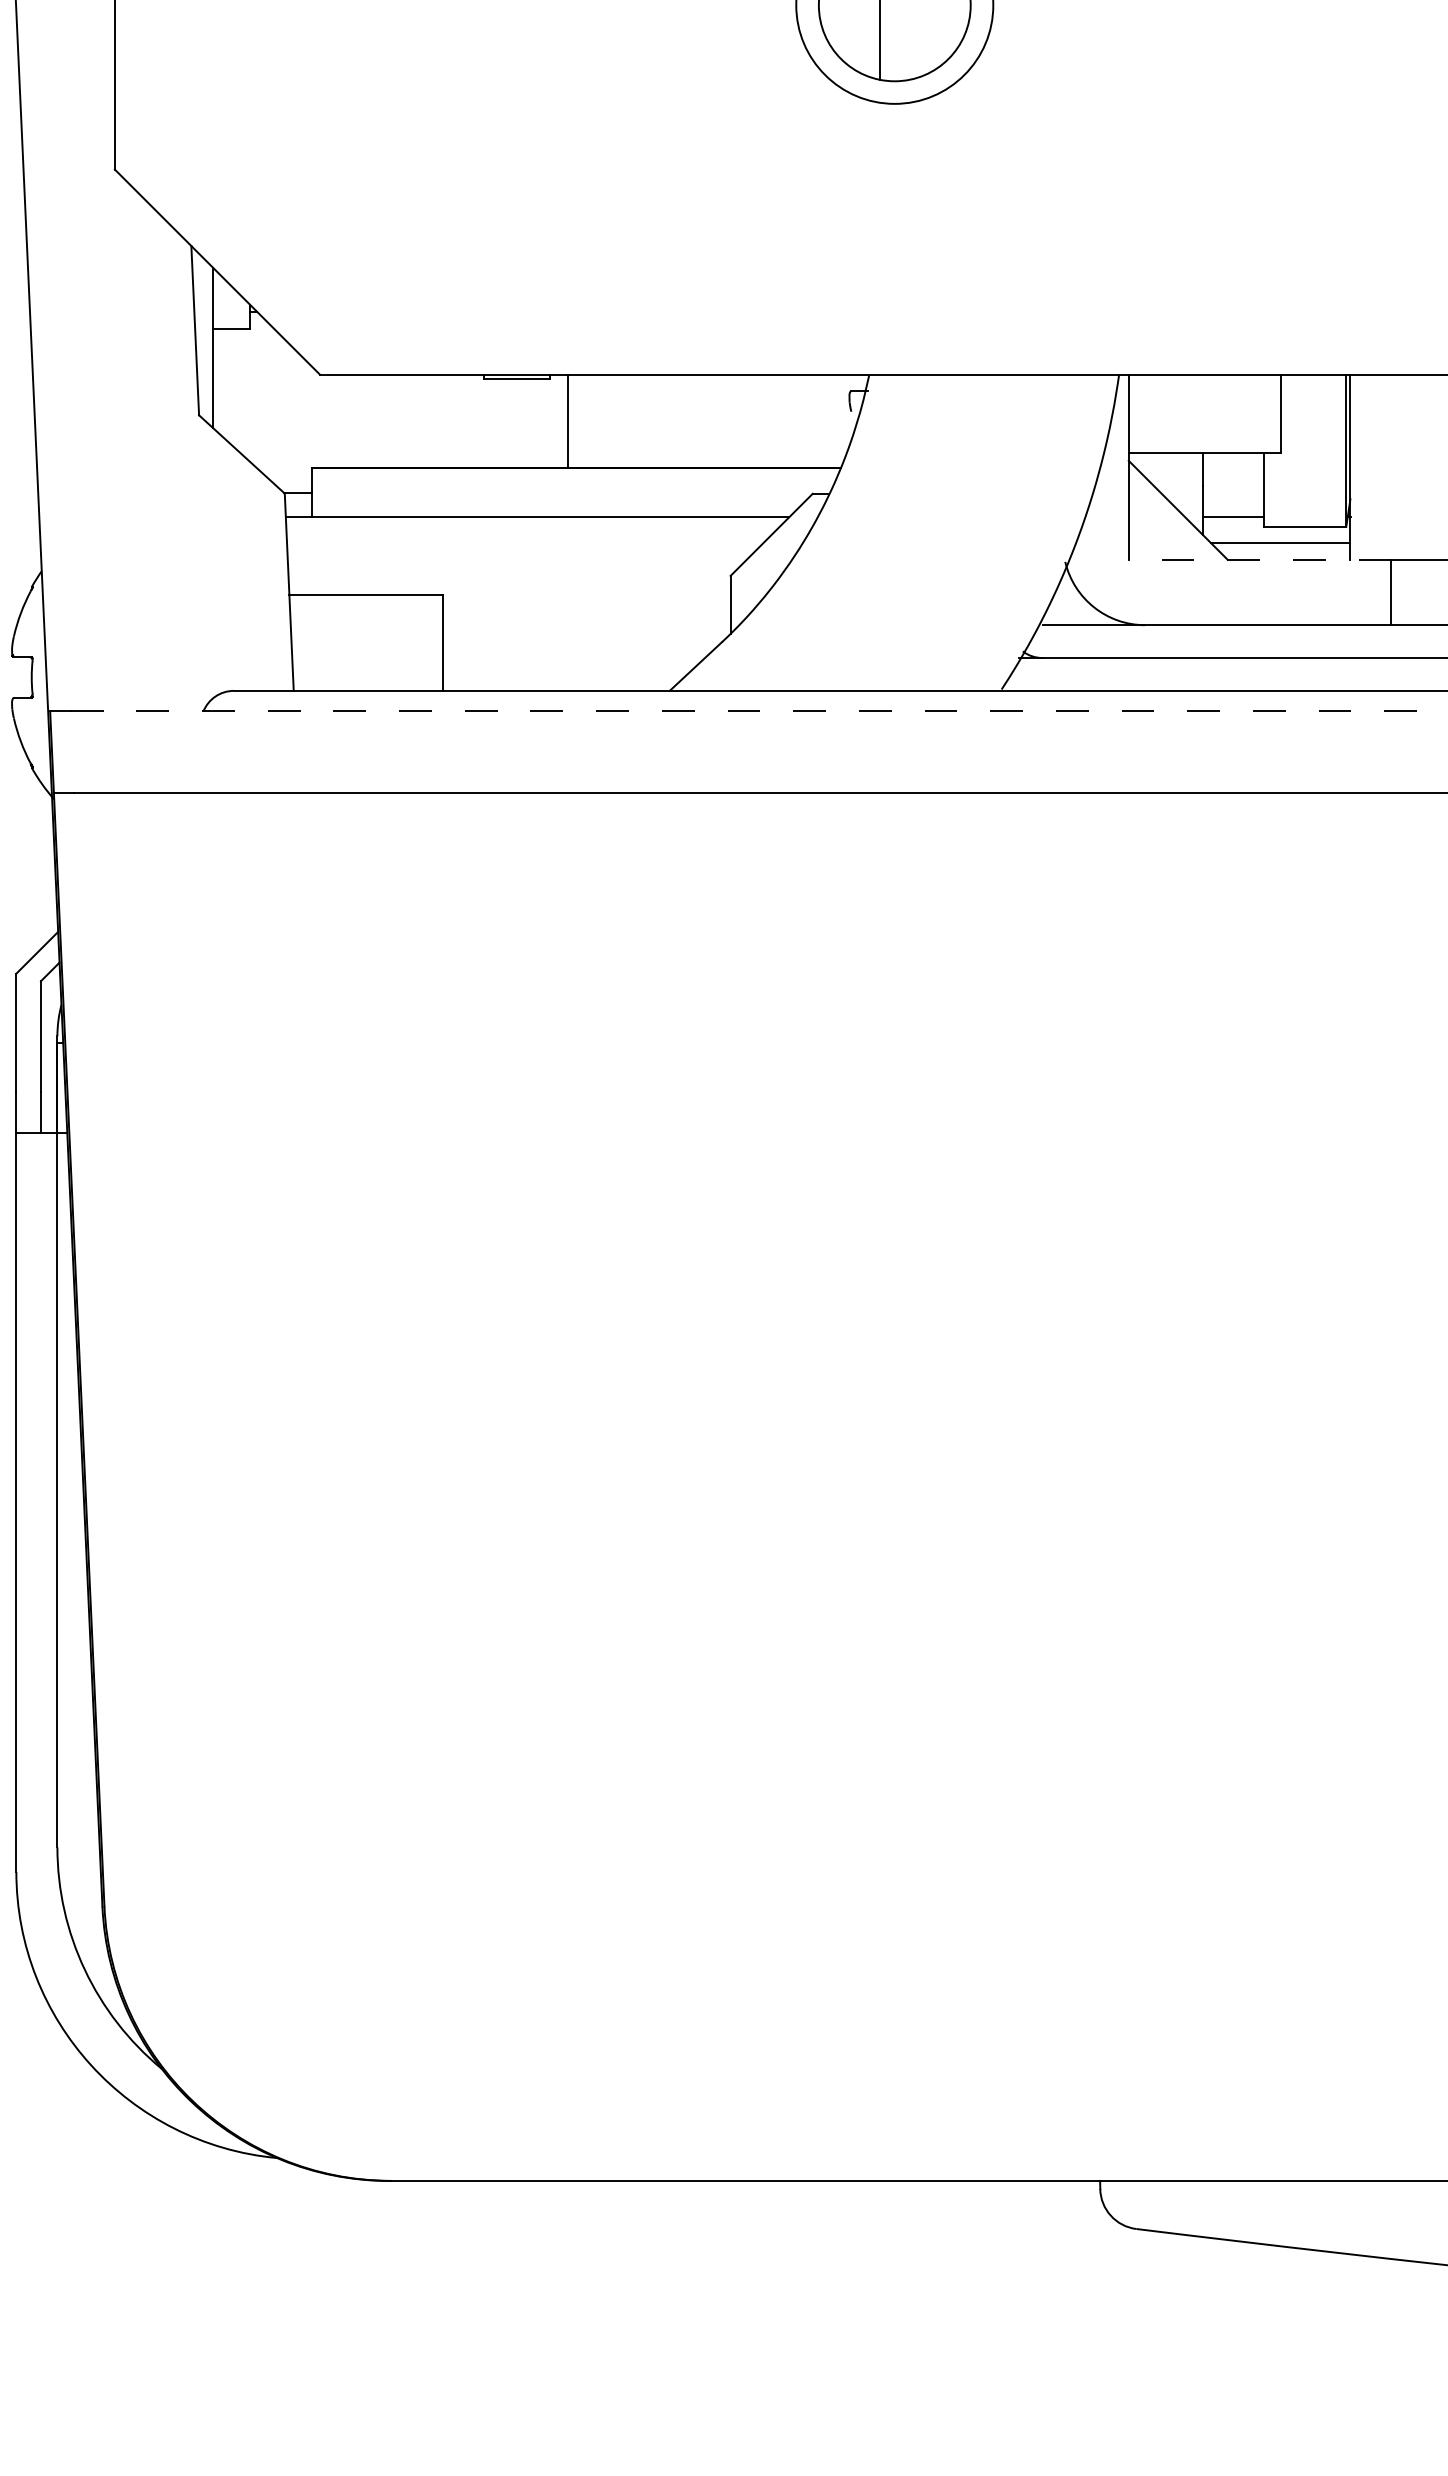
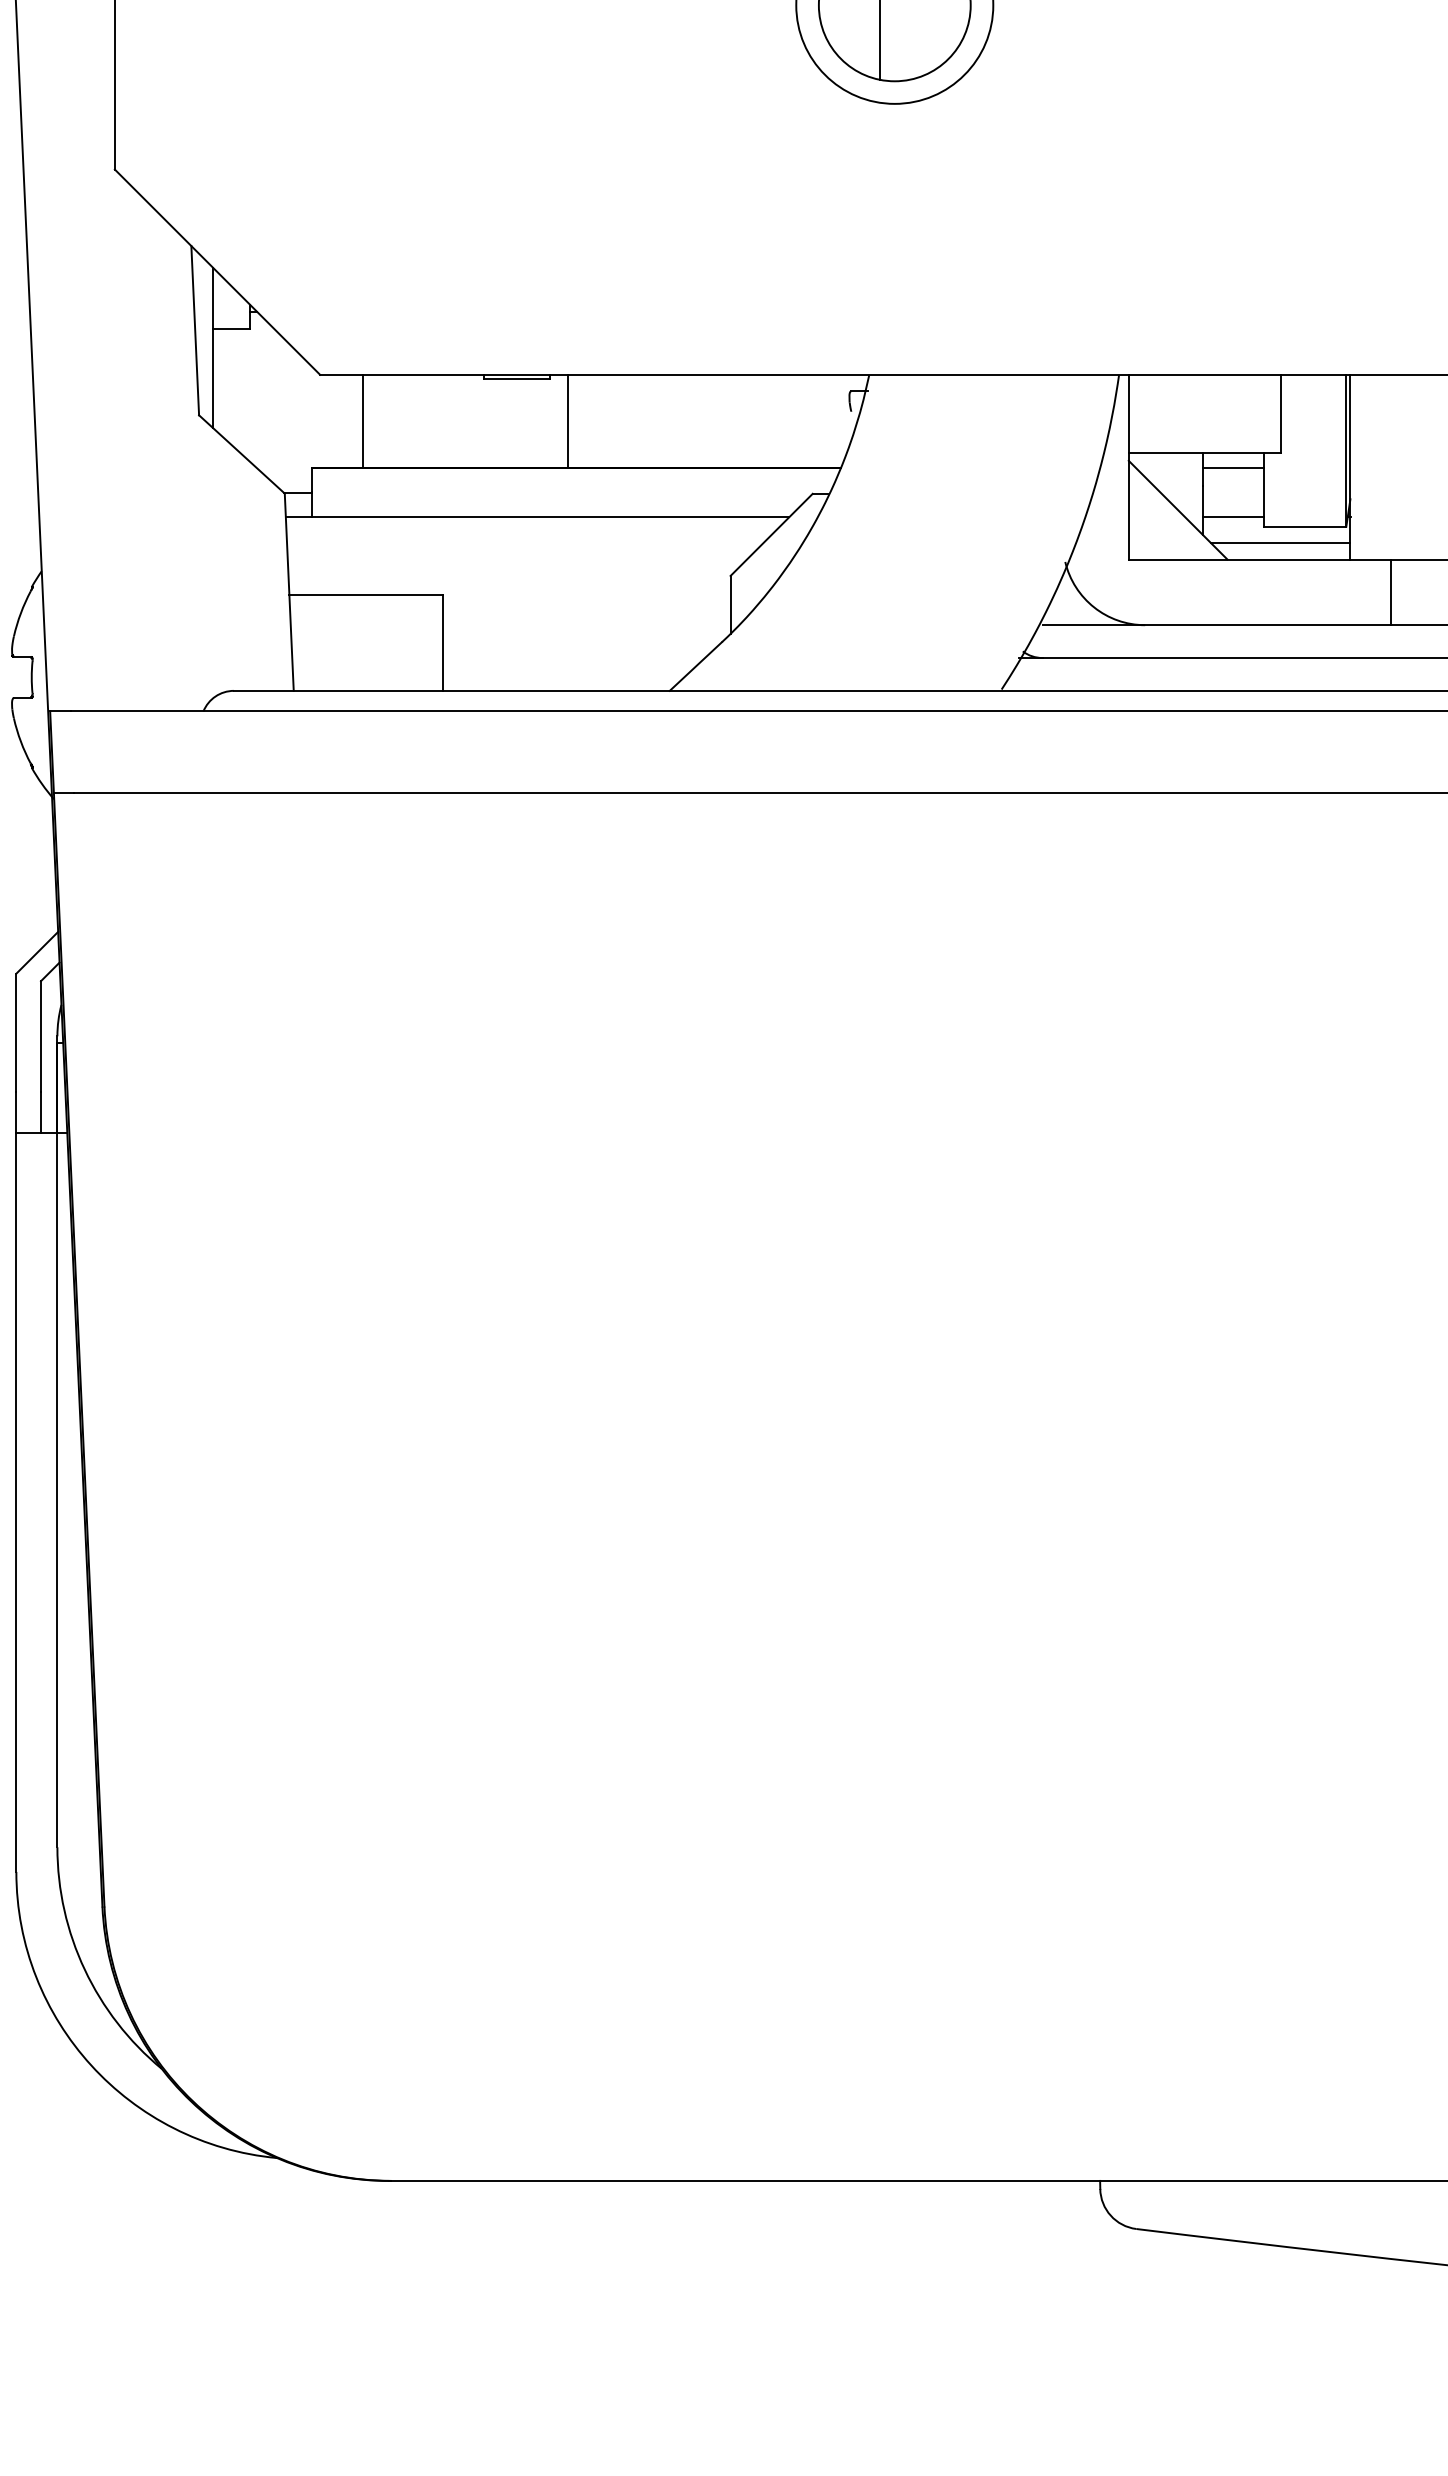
line at (363, 420): none -> present
line at (1233, 467): none -> present
line at (1259, 559): dashed -> solid
line at (759, 711): dashed -> solid
